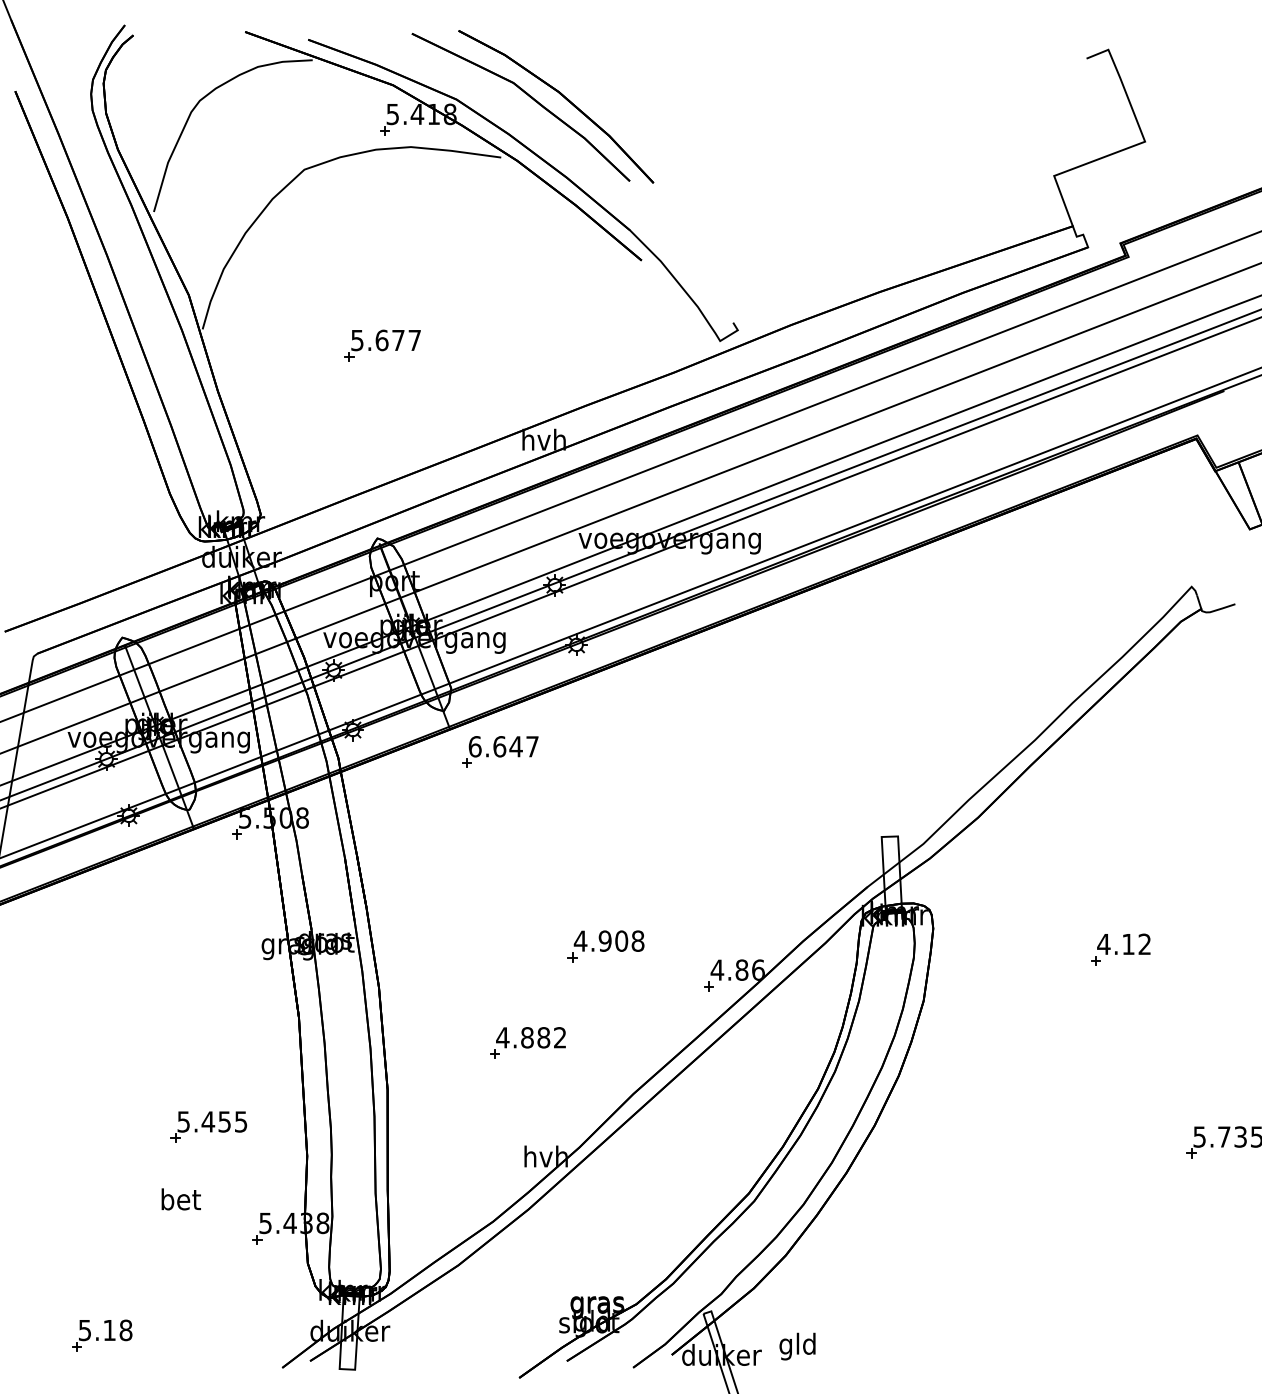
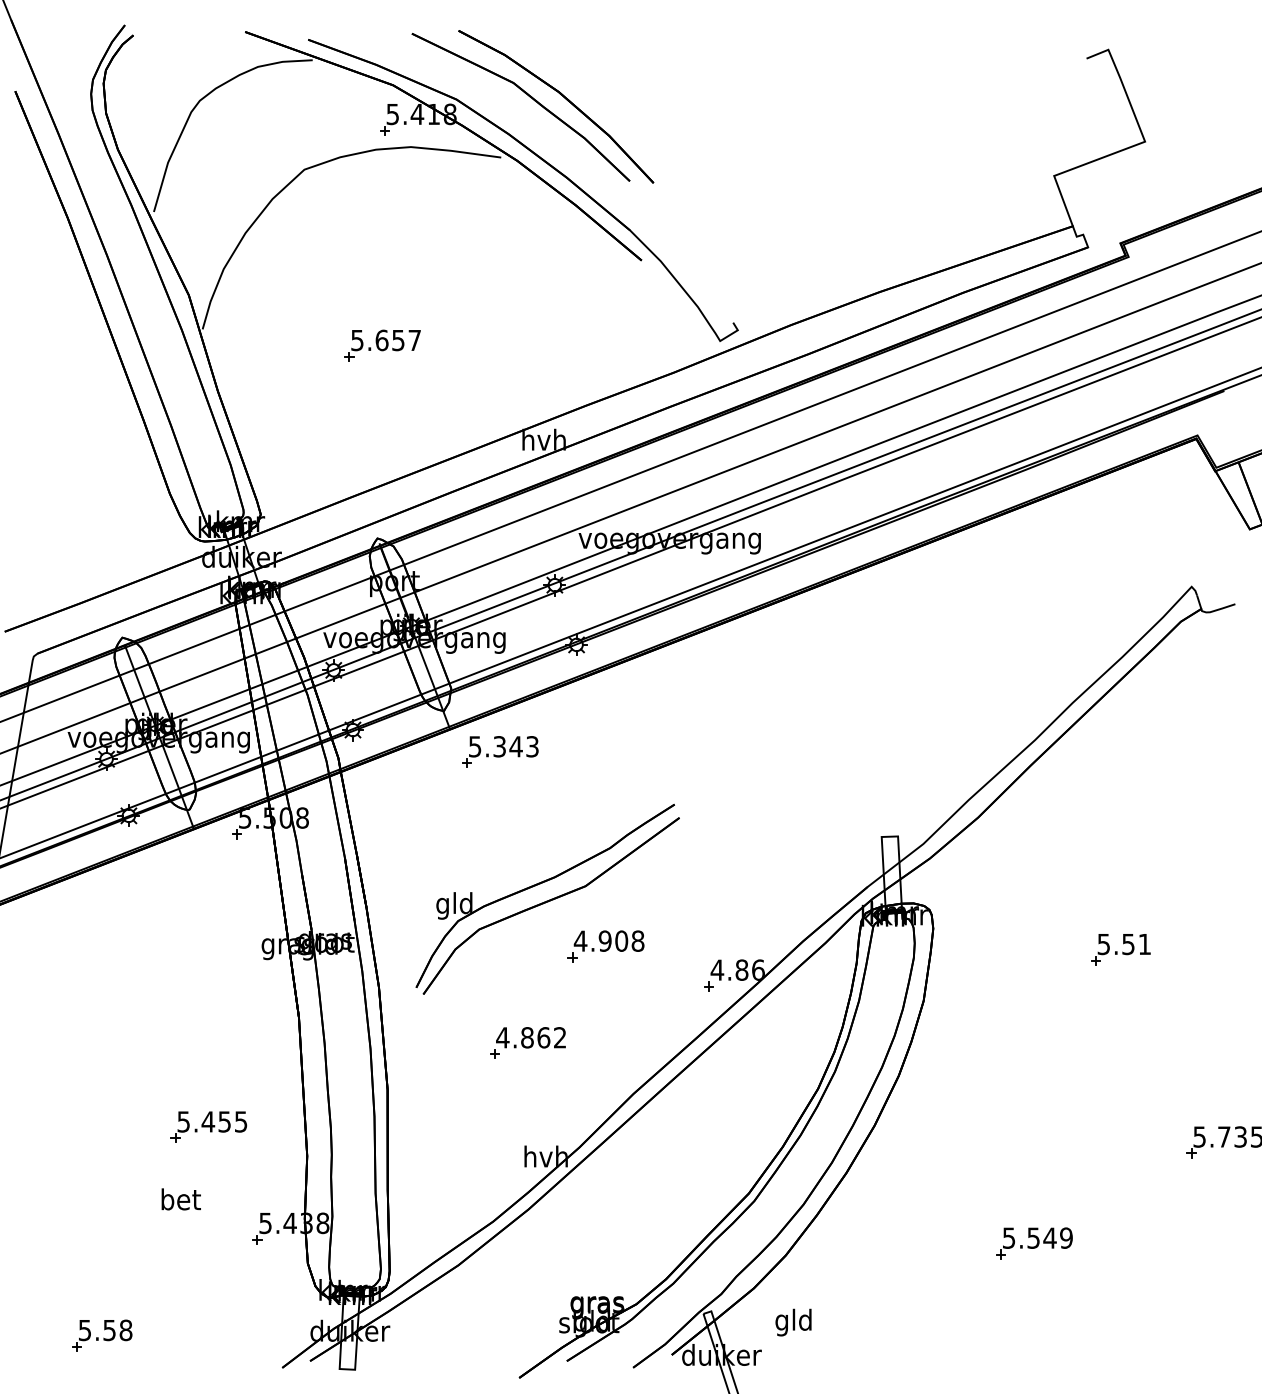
text at (398, 340): 5.677 -> 5.657
text at (503, 746): 6.647 -> 5.343
part at (547, 898): none -> present
text at (1123, 944): 4.12 -> 5.51
text at (543, 1037): 4.882 -> 4.862
part at (1034, 1243): none -> present
text at (109, 1330): 5.18 -> 5.58
text at (797, 1346) position: (797, 1346) -> (793, 1322)
